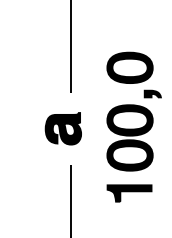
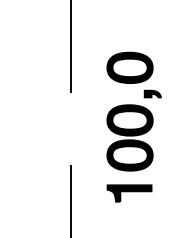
part at (62, 128): present -> none
